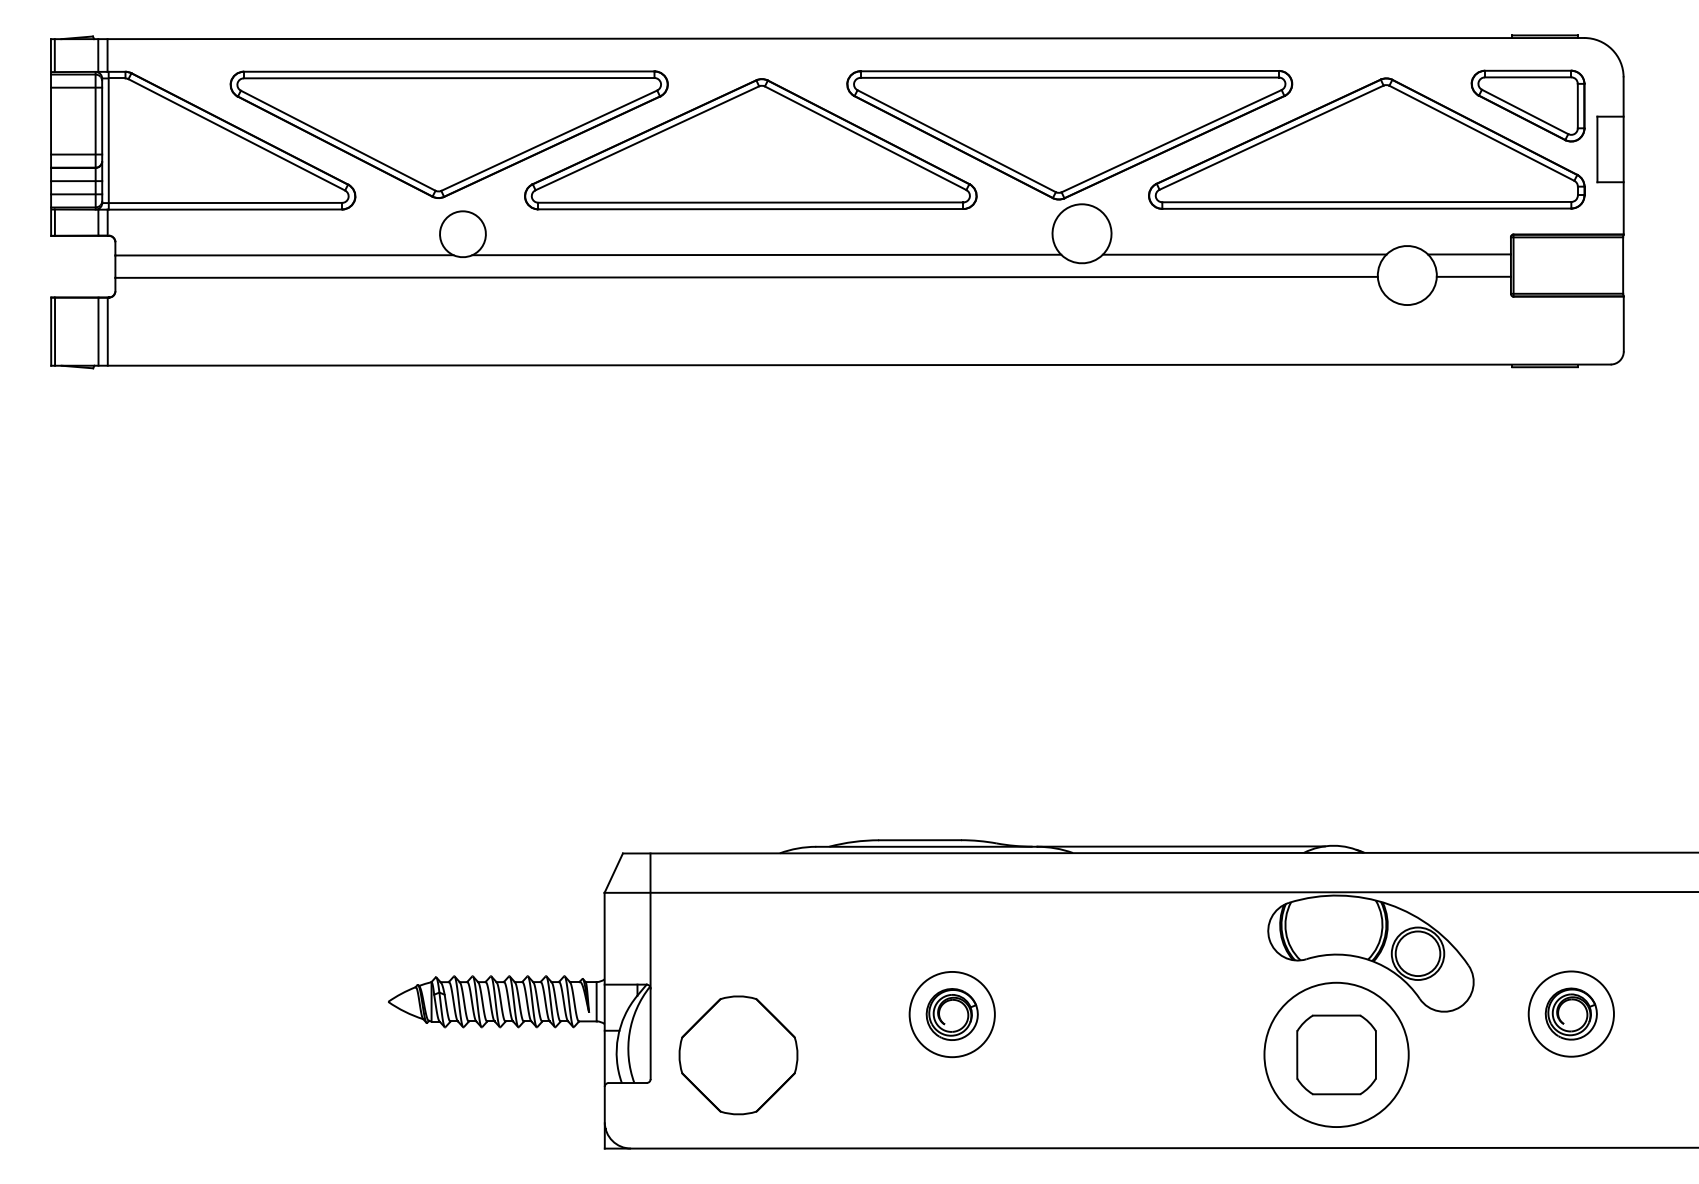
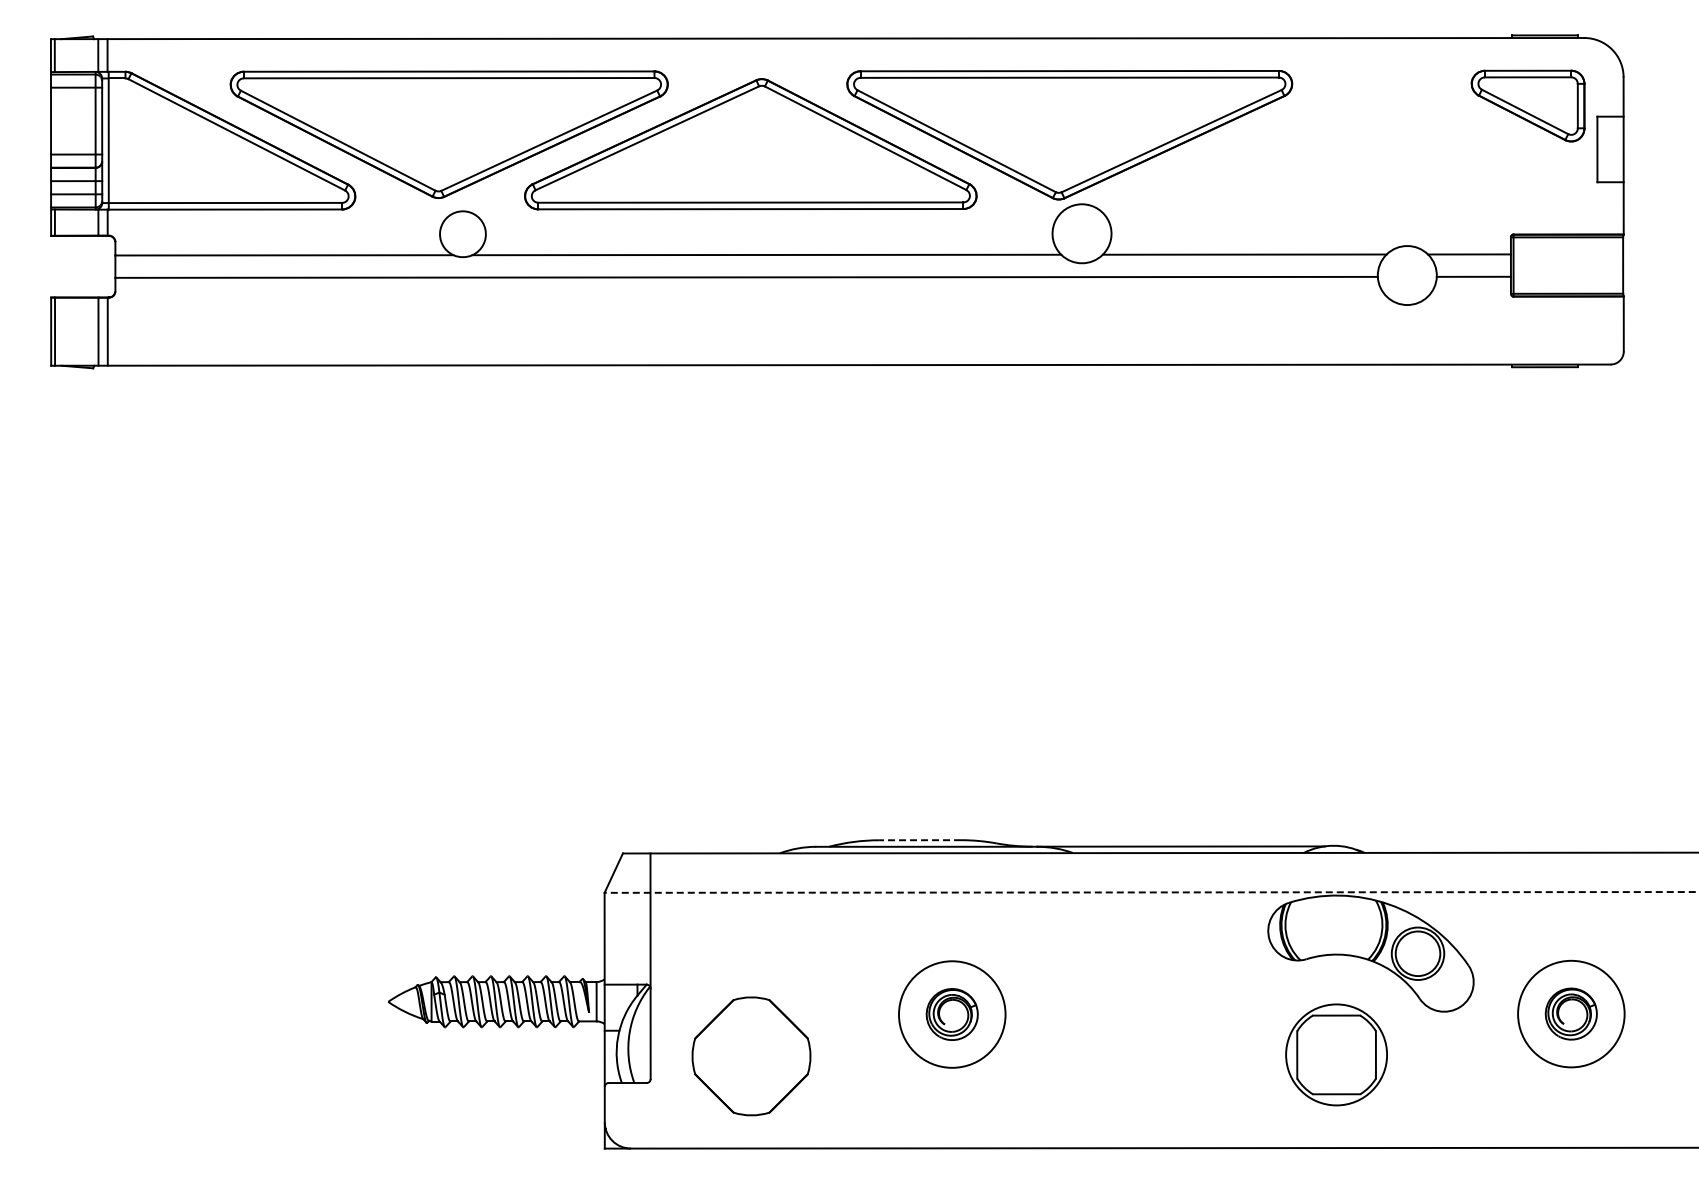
part at (1366, 143): present -> none
line at (920, 840): solid -> dashed
line at (1151, 892): solid -> dashed
circle at (1570, 1013) diameter: 85 px -> 107 px
circle at (951, 1014) diameter: 85 px -> 107 px
circle at (1336, 1054) diameter: 144 px -> 101 px
part at (738, 1055) position: (738, 1055) -> (751, 1056)
